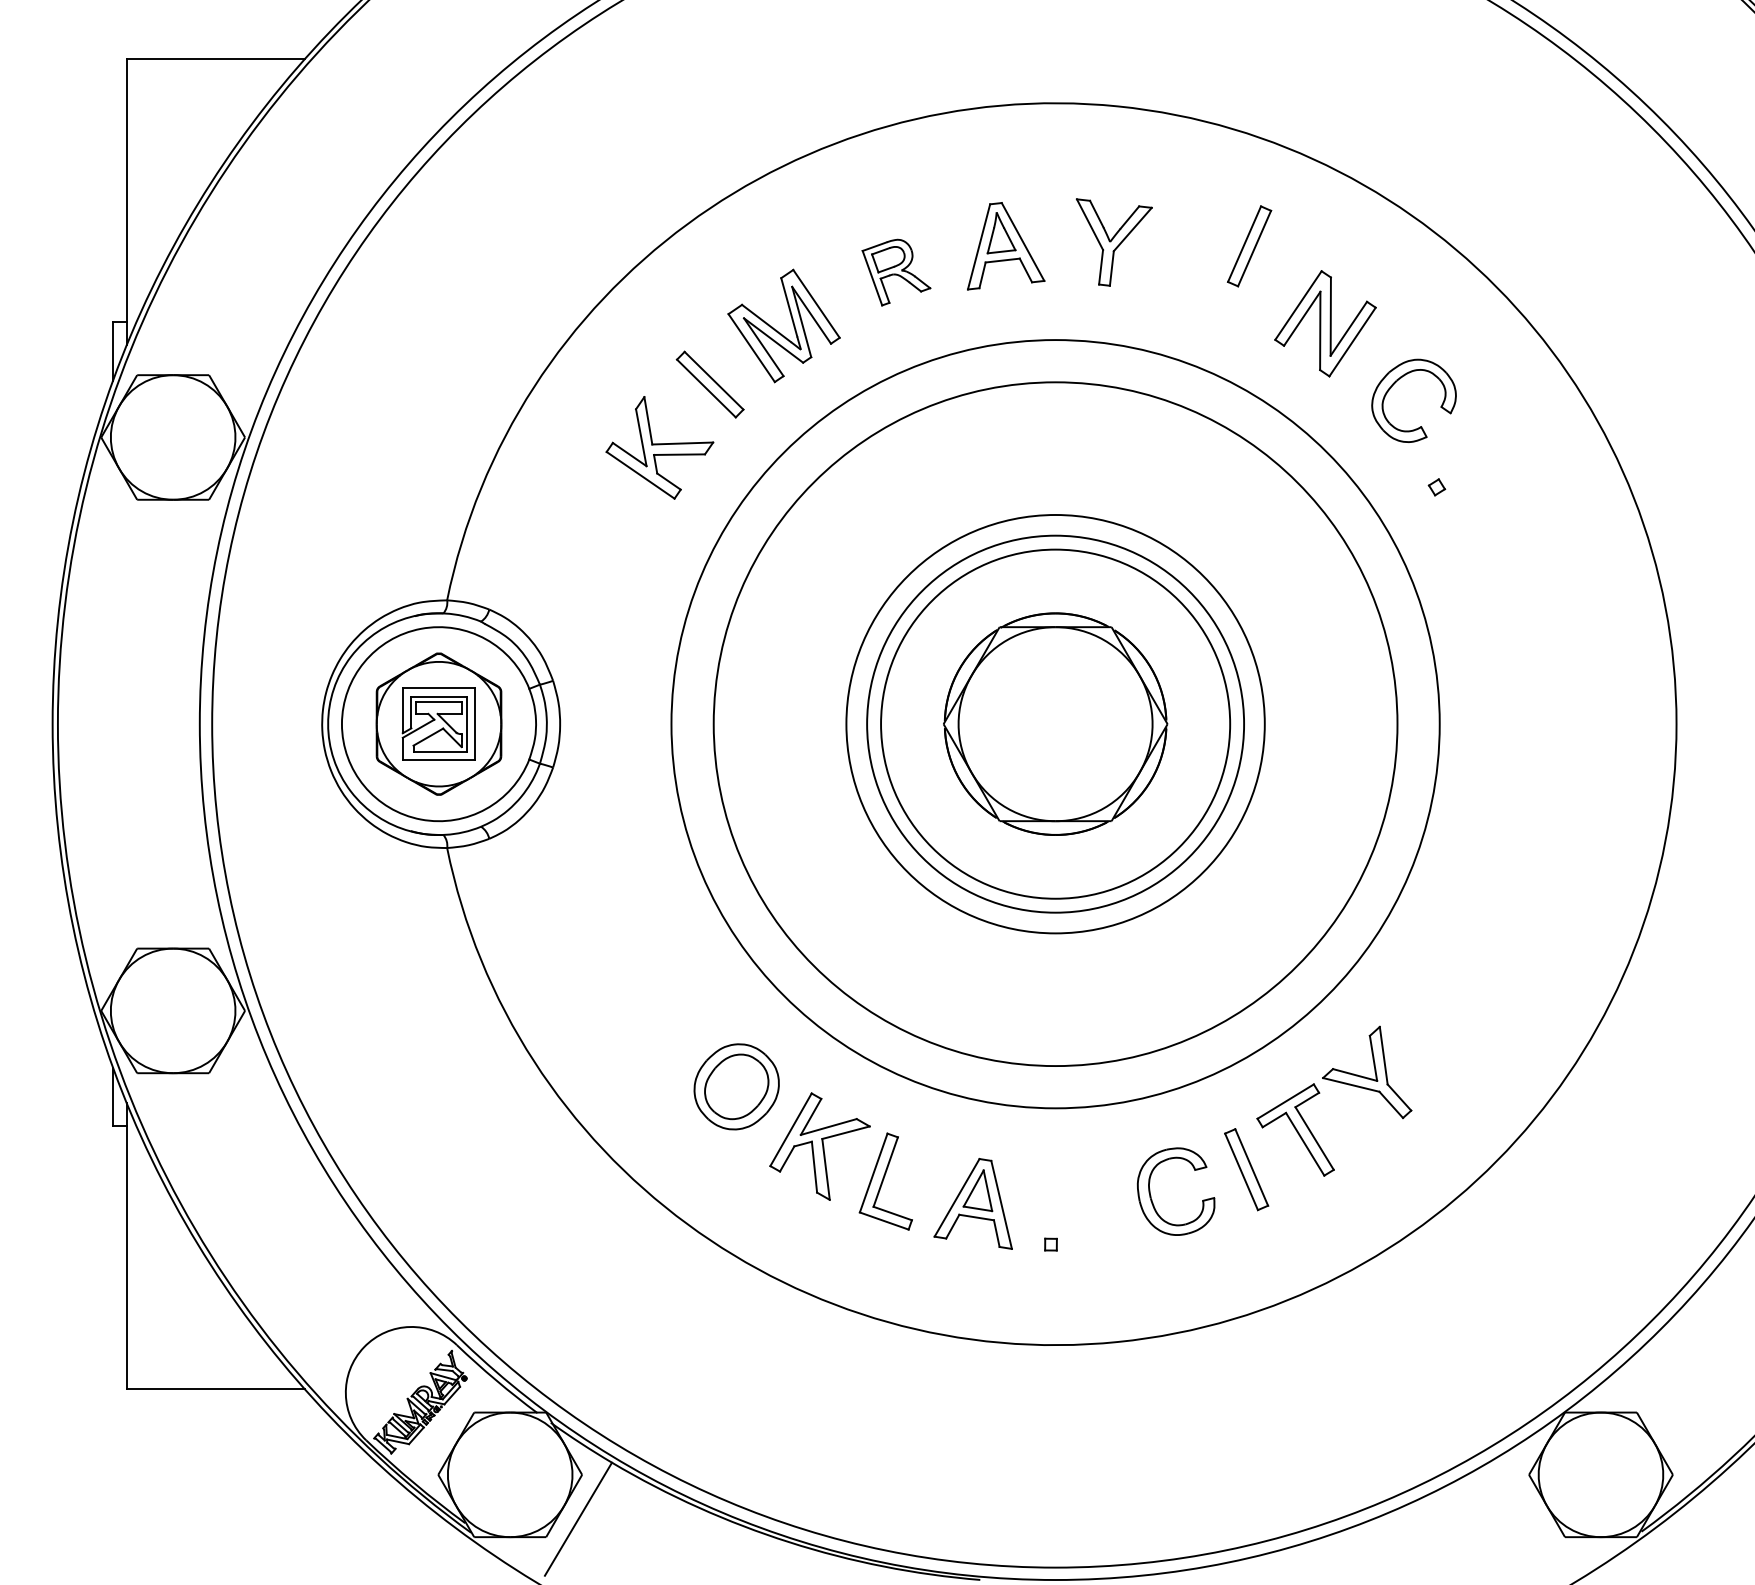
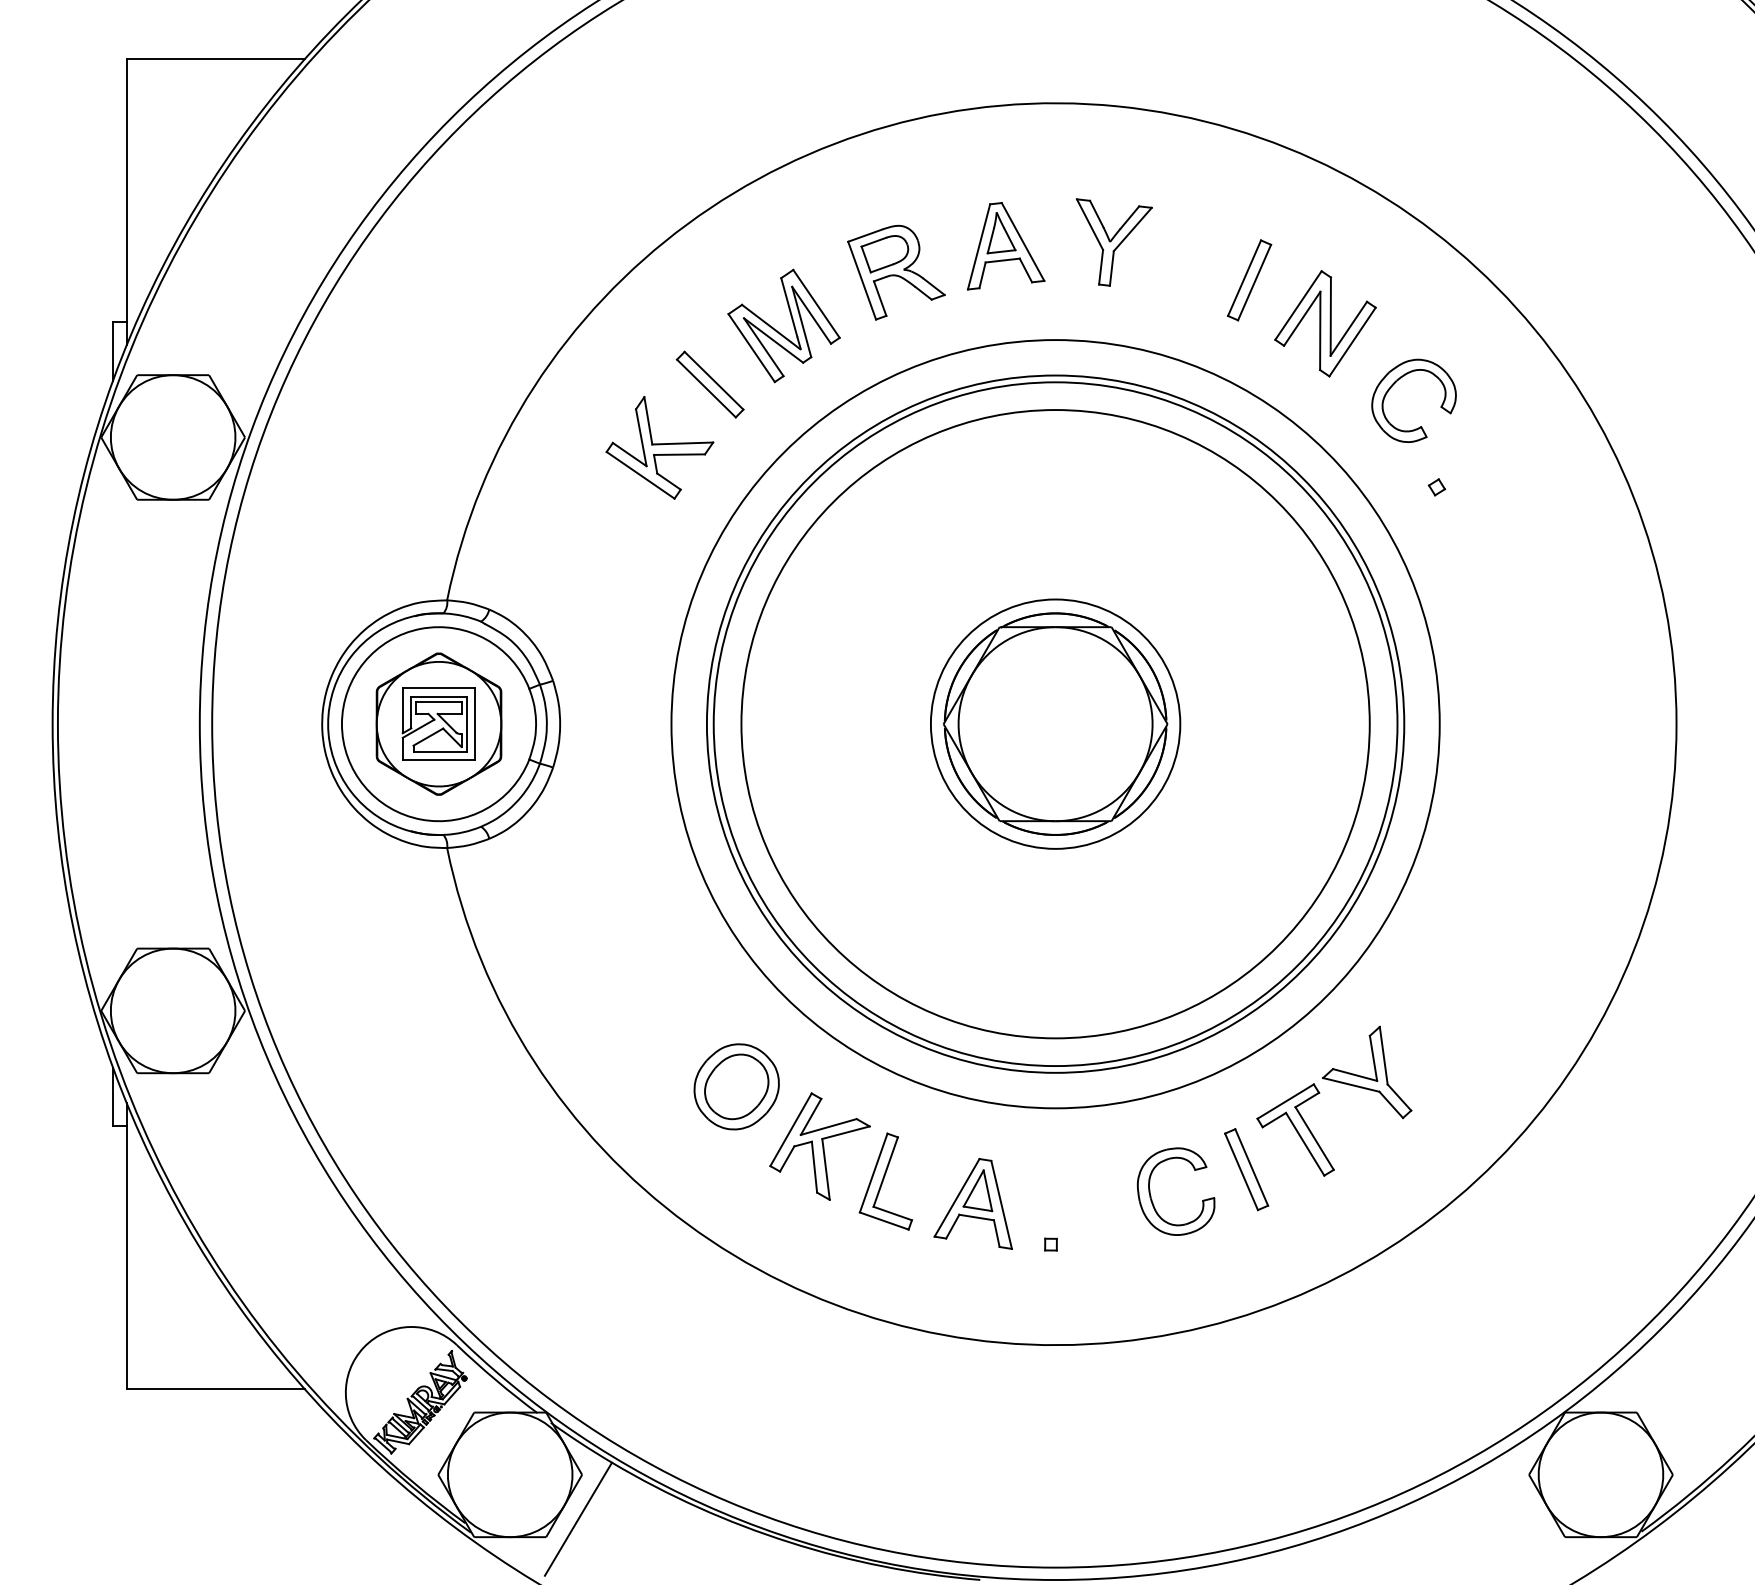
part at (1249, 246) position: (1249, 246) -> (1249, 280)
part at (896, 272) size: 71x69 px -> 99x97 px
circle at (1055, 723) diameter: 349 px -> 249 px
circle at (1055, 723) diameter: 377 px -> 628 px
circle at (1055, 724) diameter: 418 px -> 697 px
